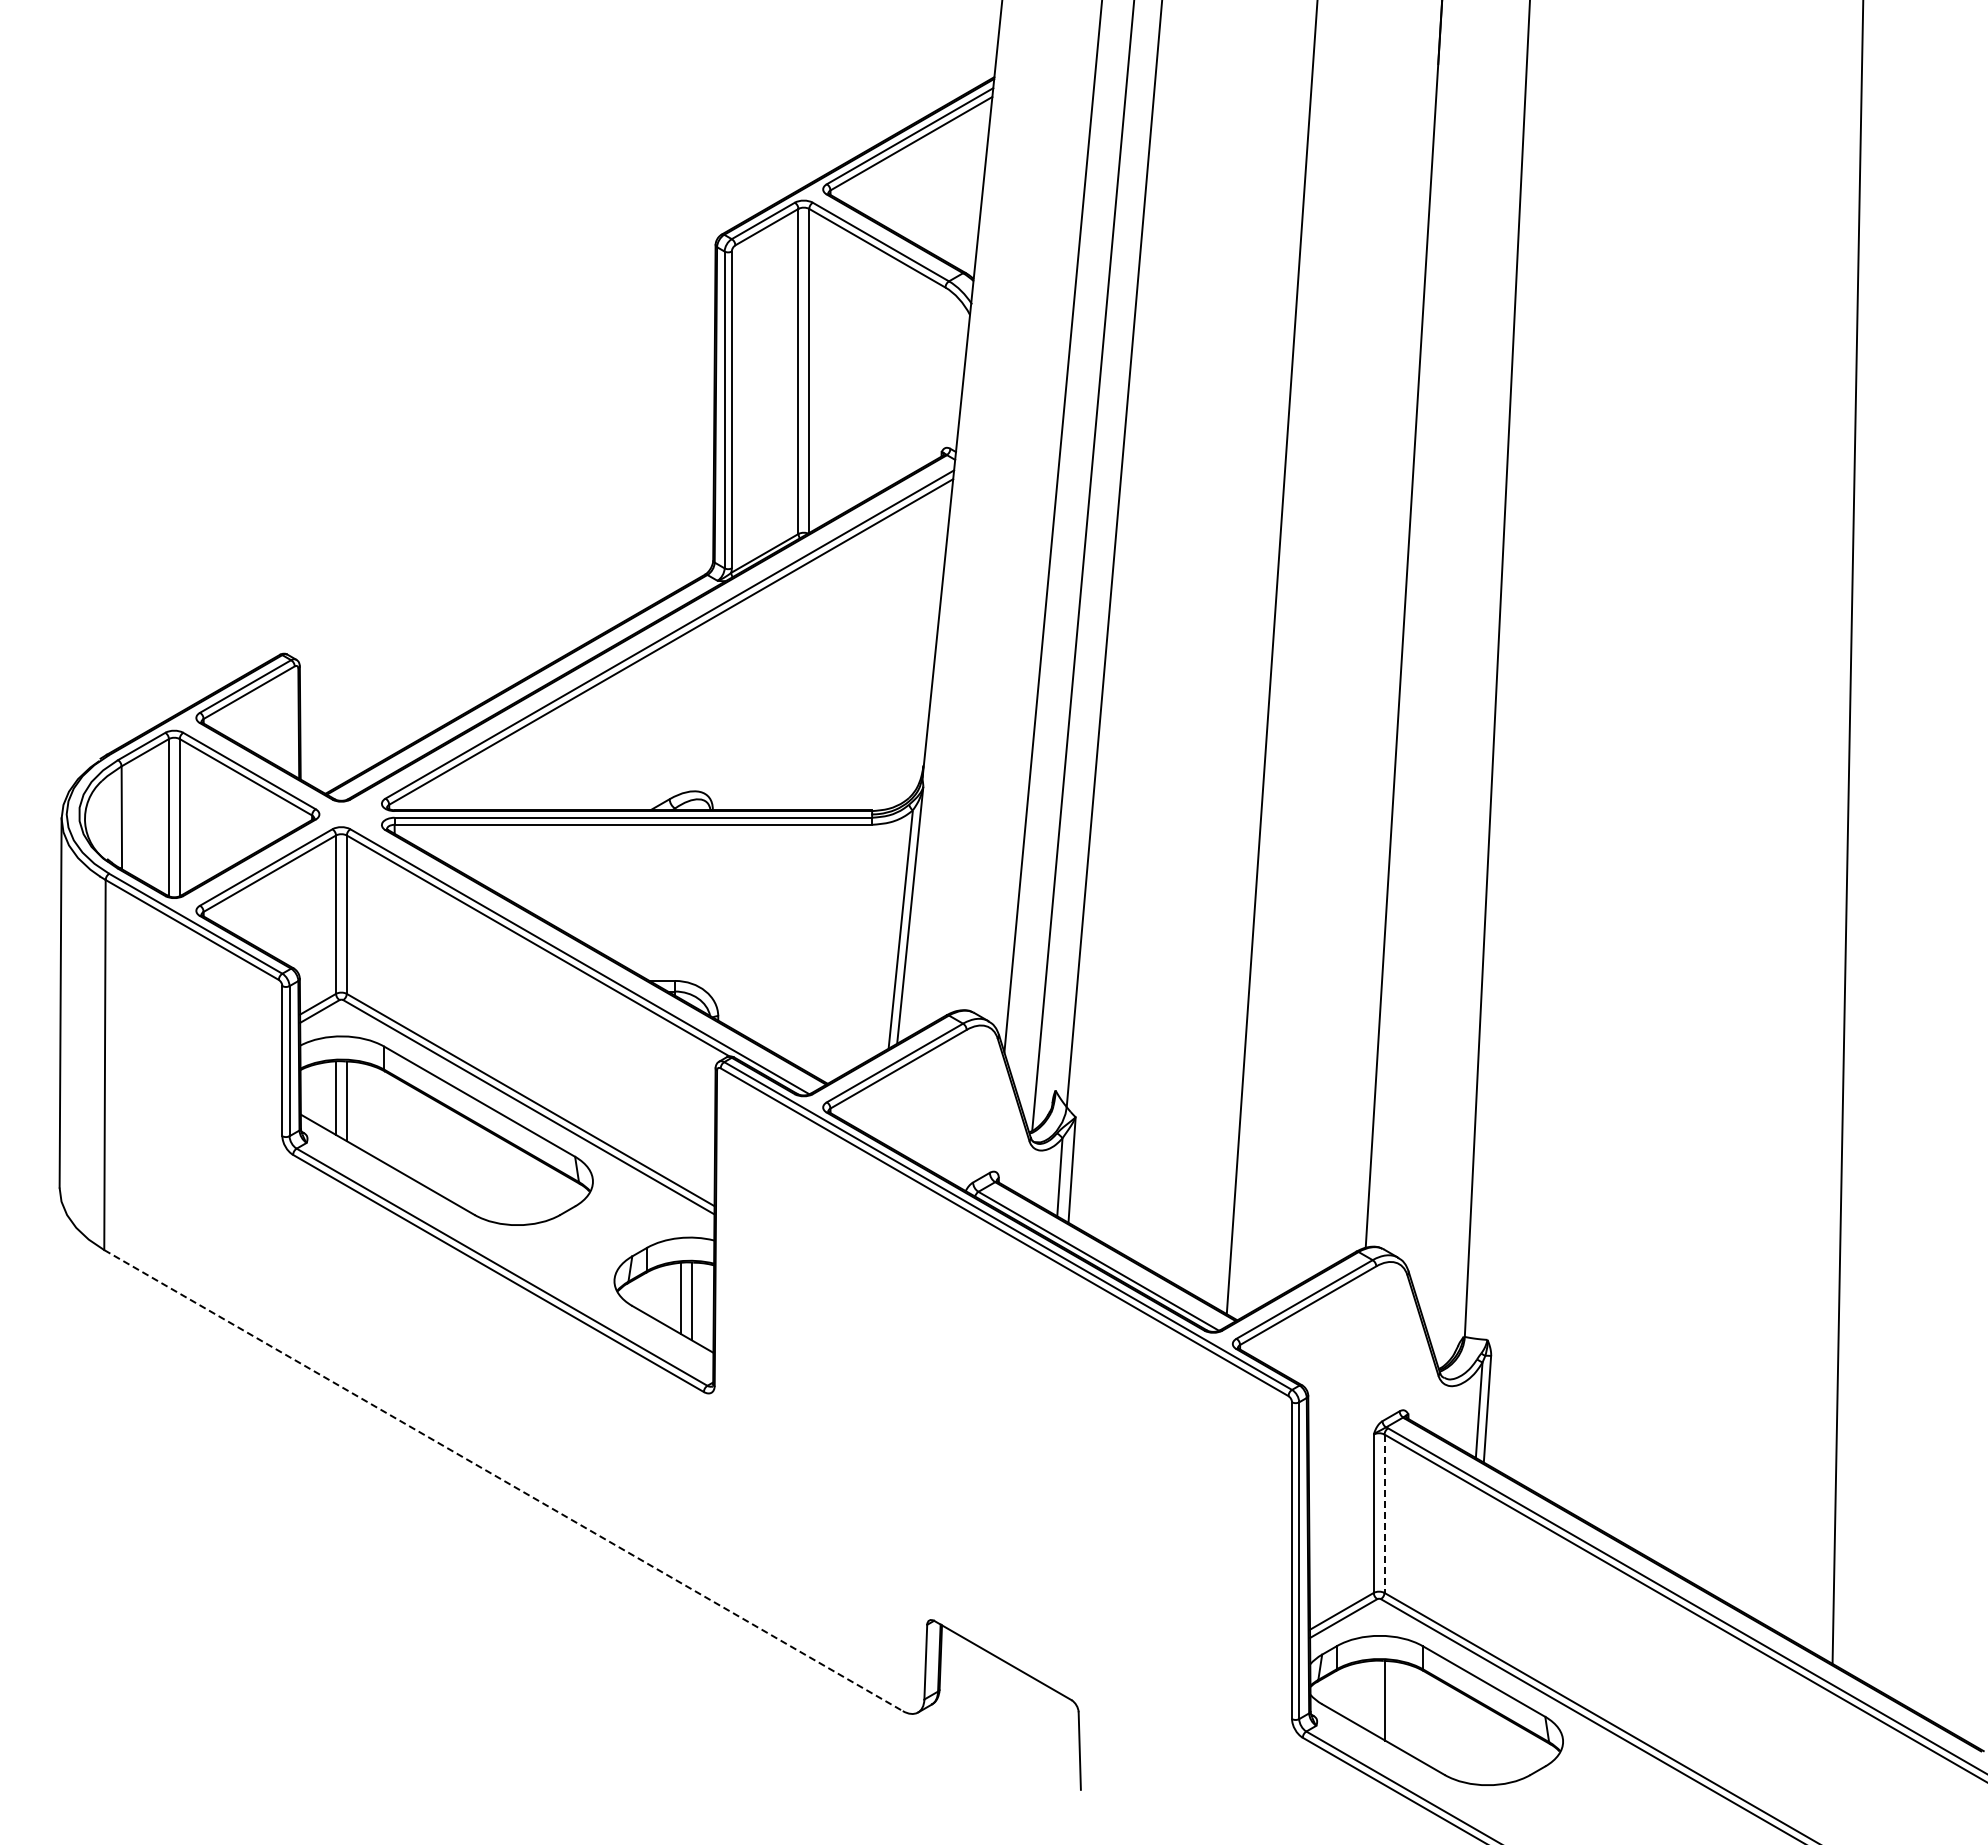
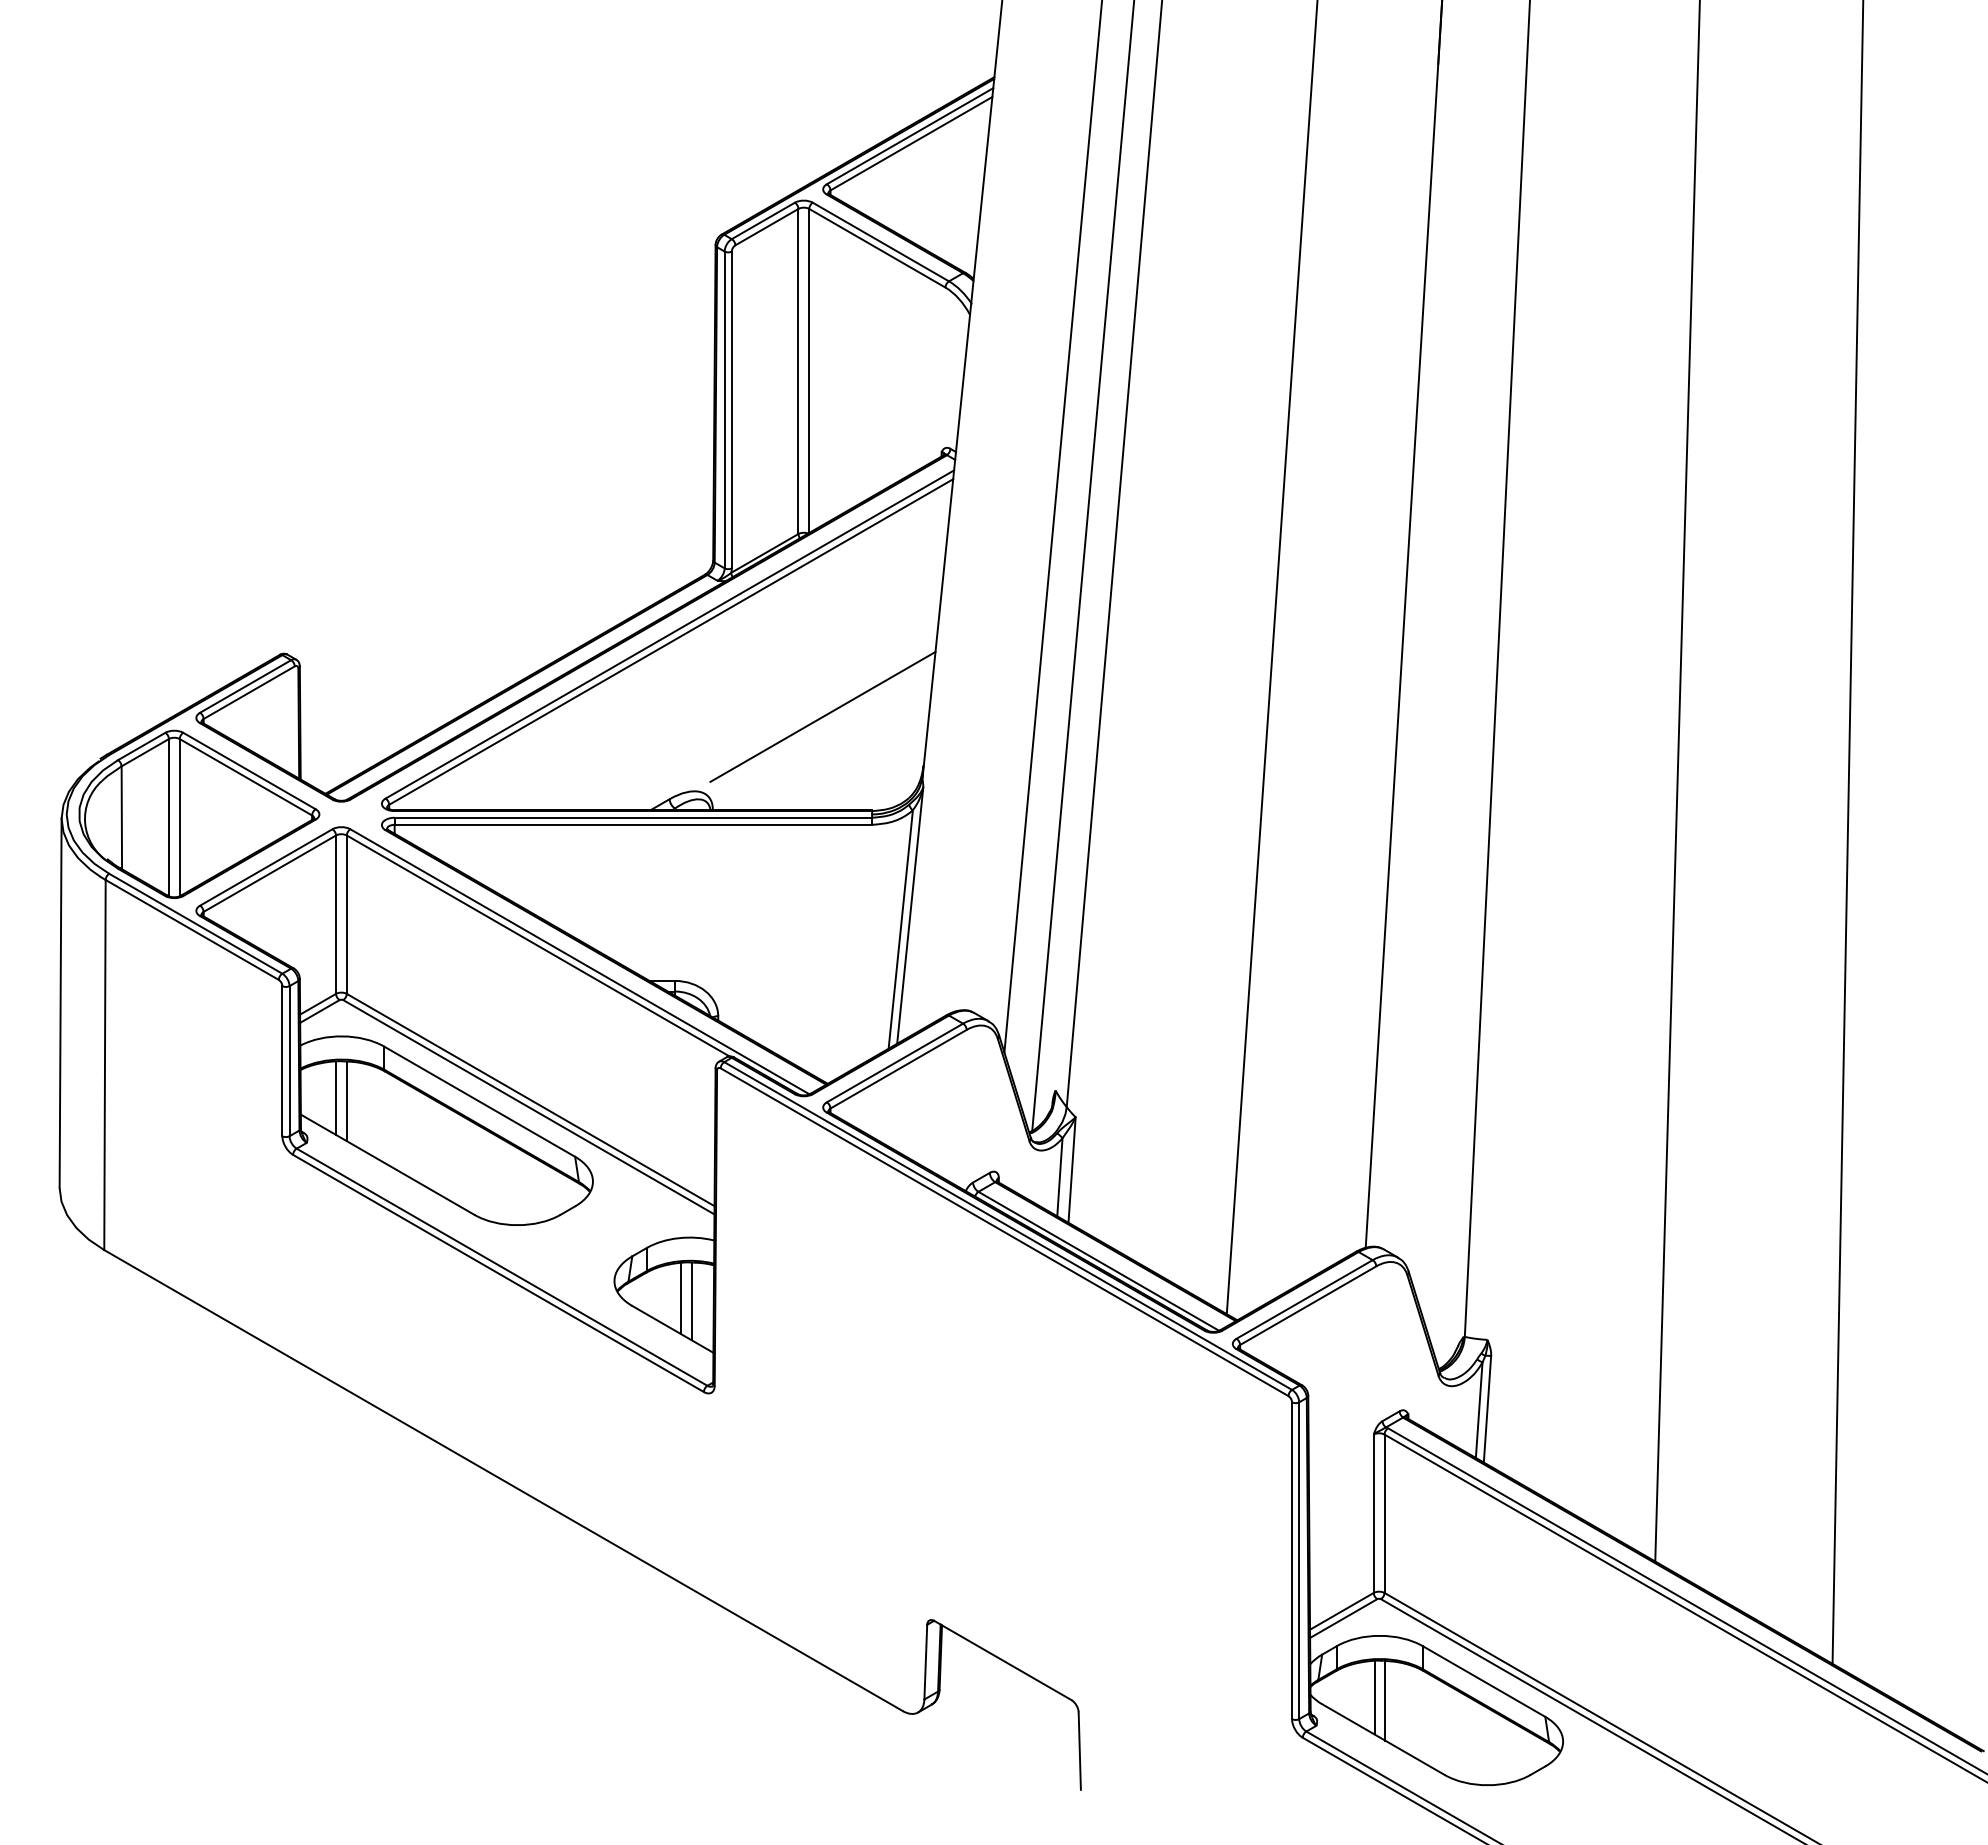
line at (822, 716): none -> present
line at (1677, 781): none -> present
line at (503, 1480): dashed -> solid
line at (1384, 1514): dashed -> solid
line at (1374, 1697): none -> present
